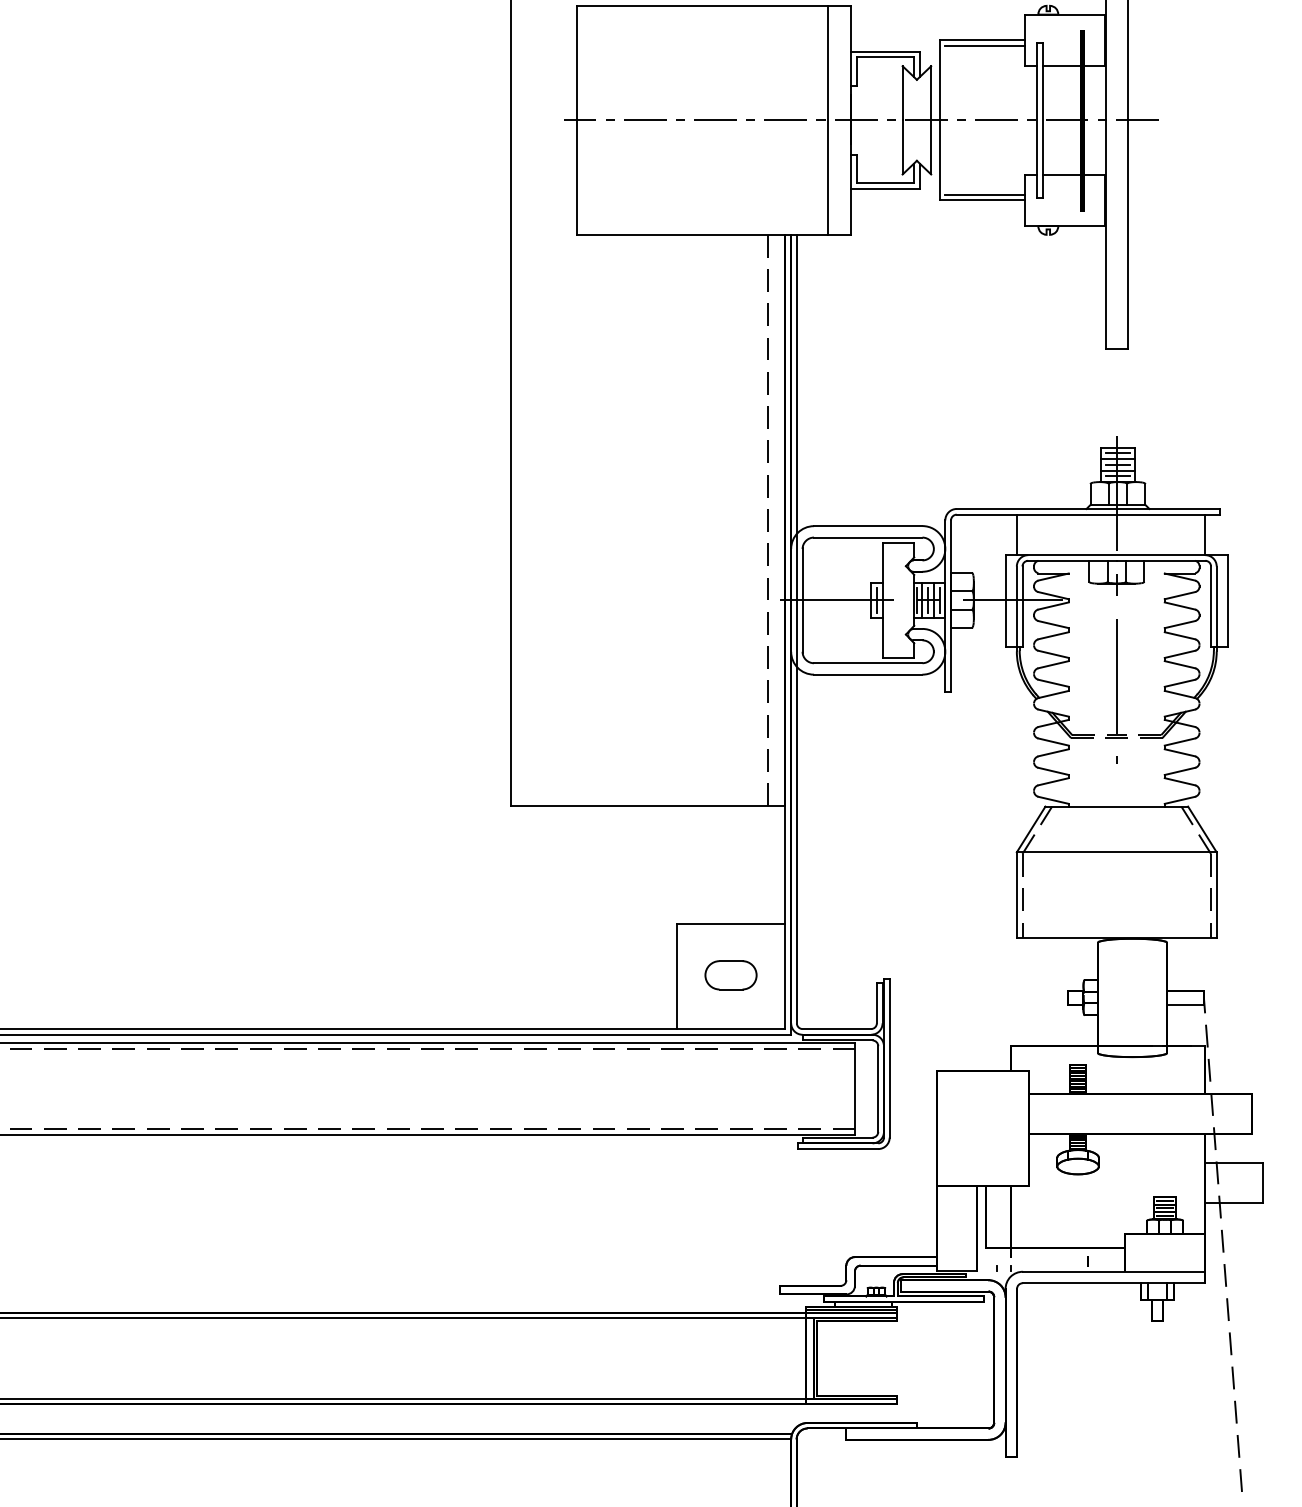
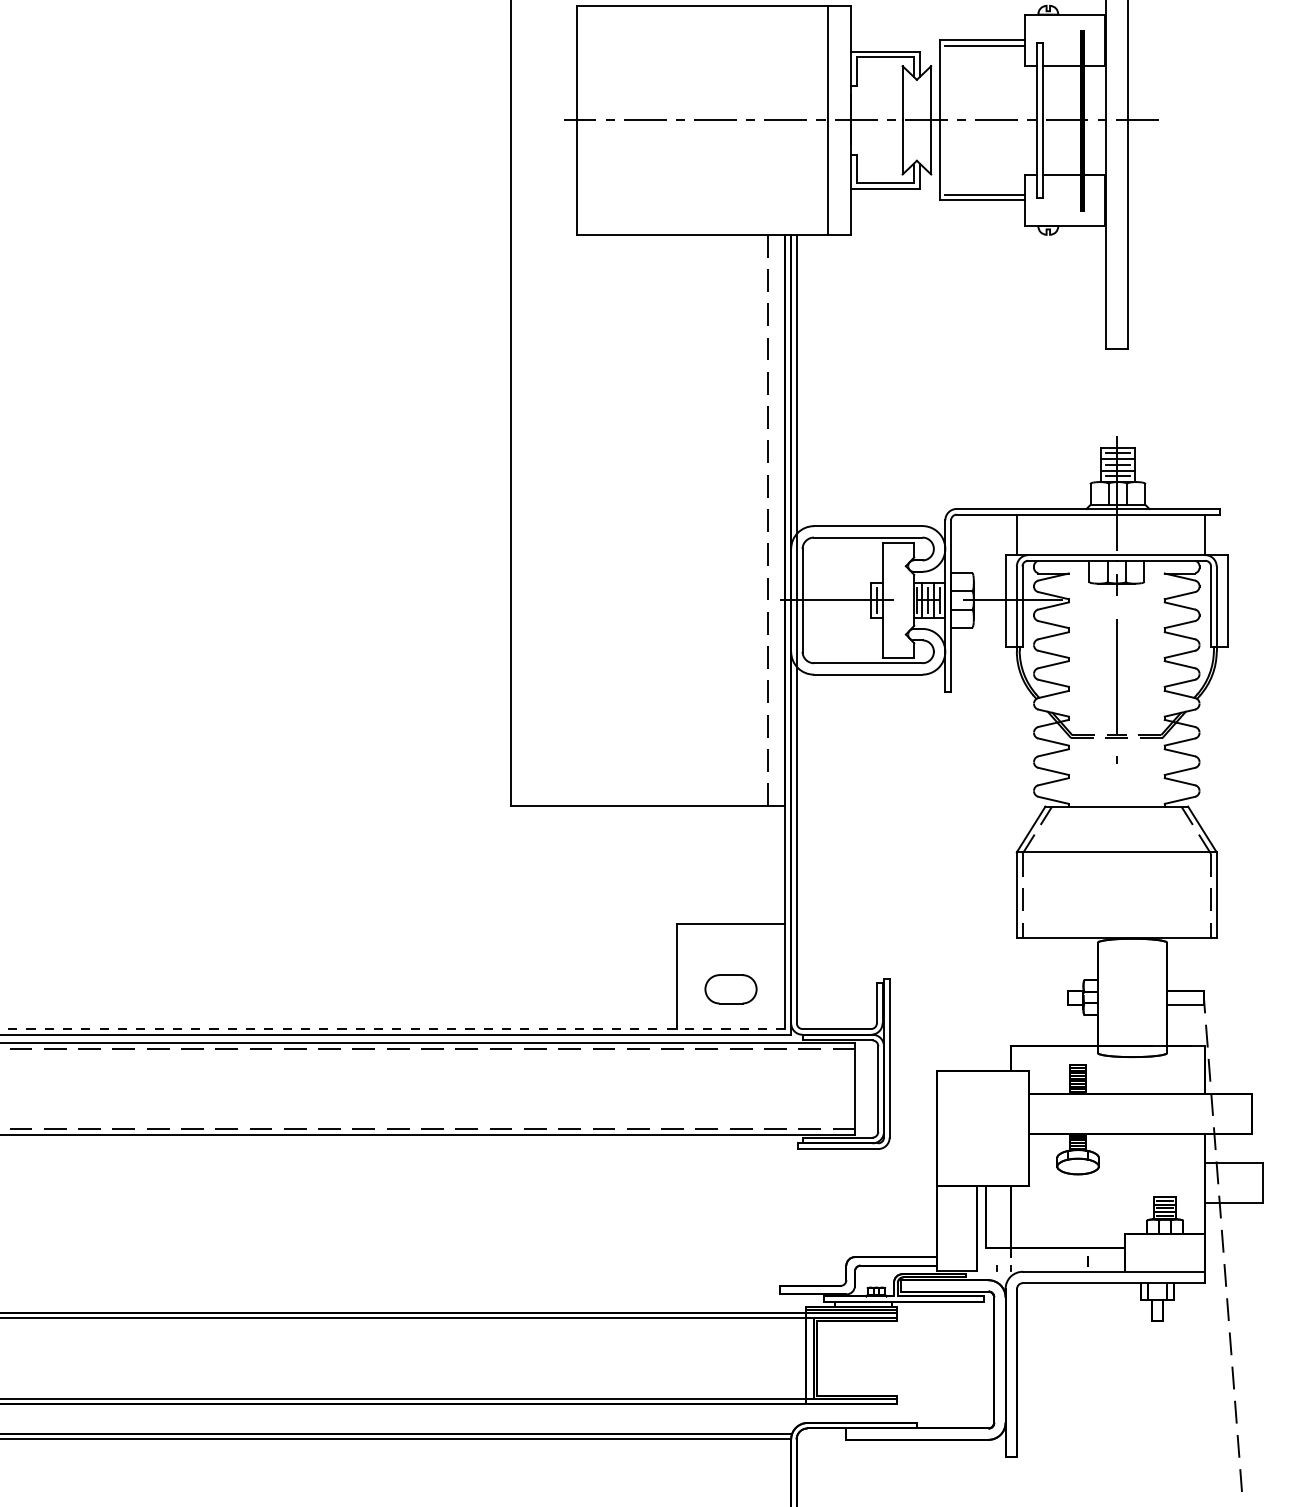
part at (730, 975) position: (730, 975) -> (730, 989)
line at (392, 1029): solid -> dashed
